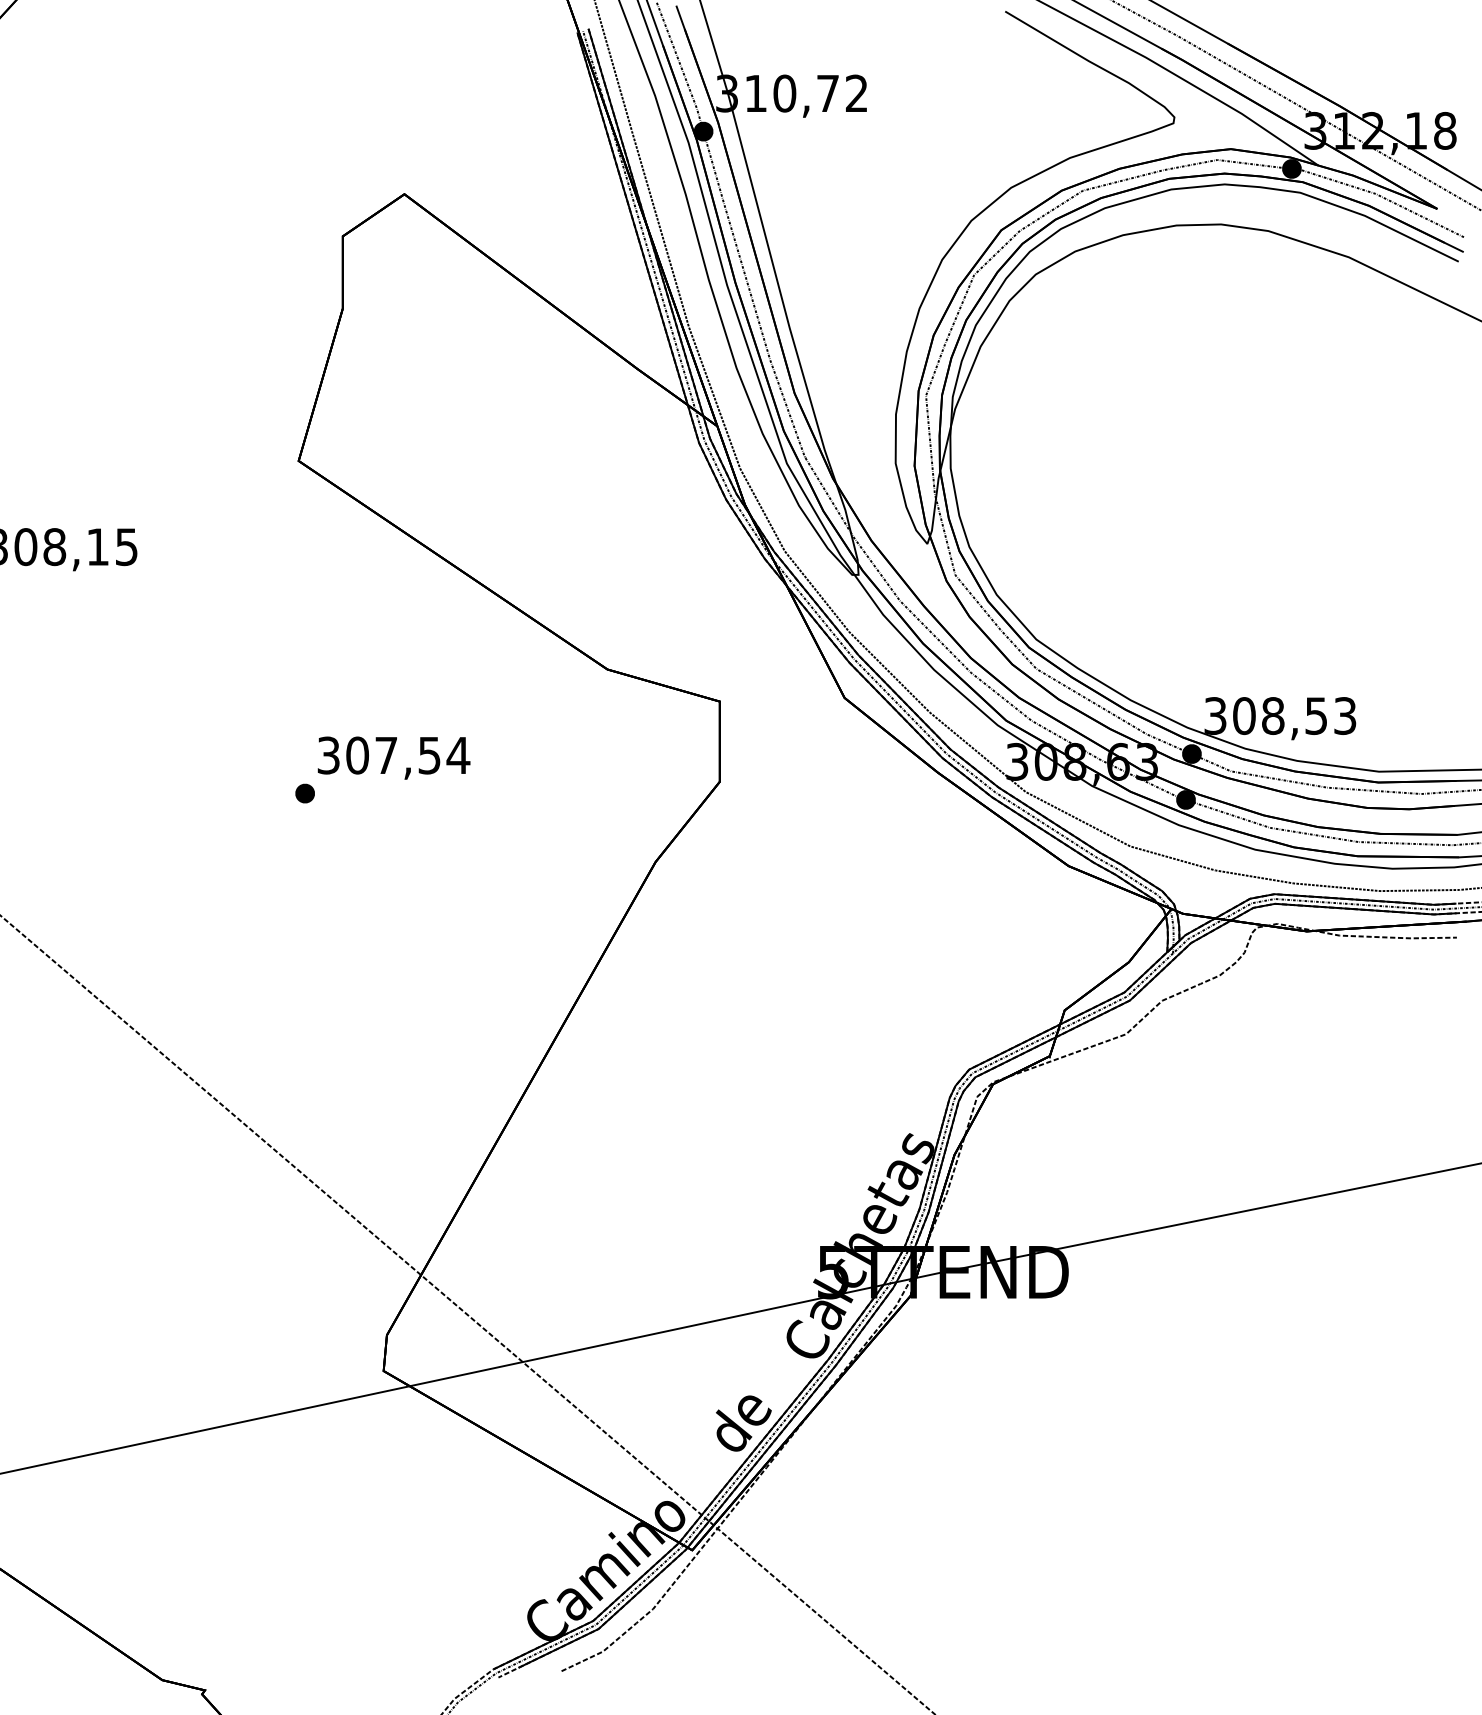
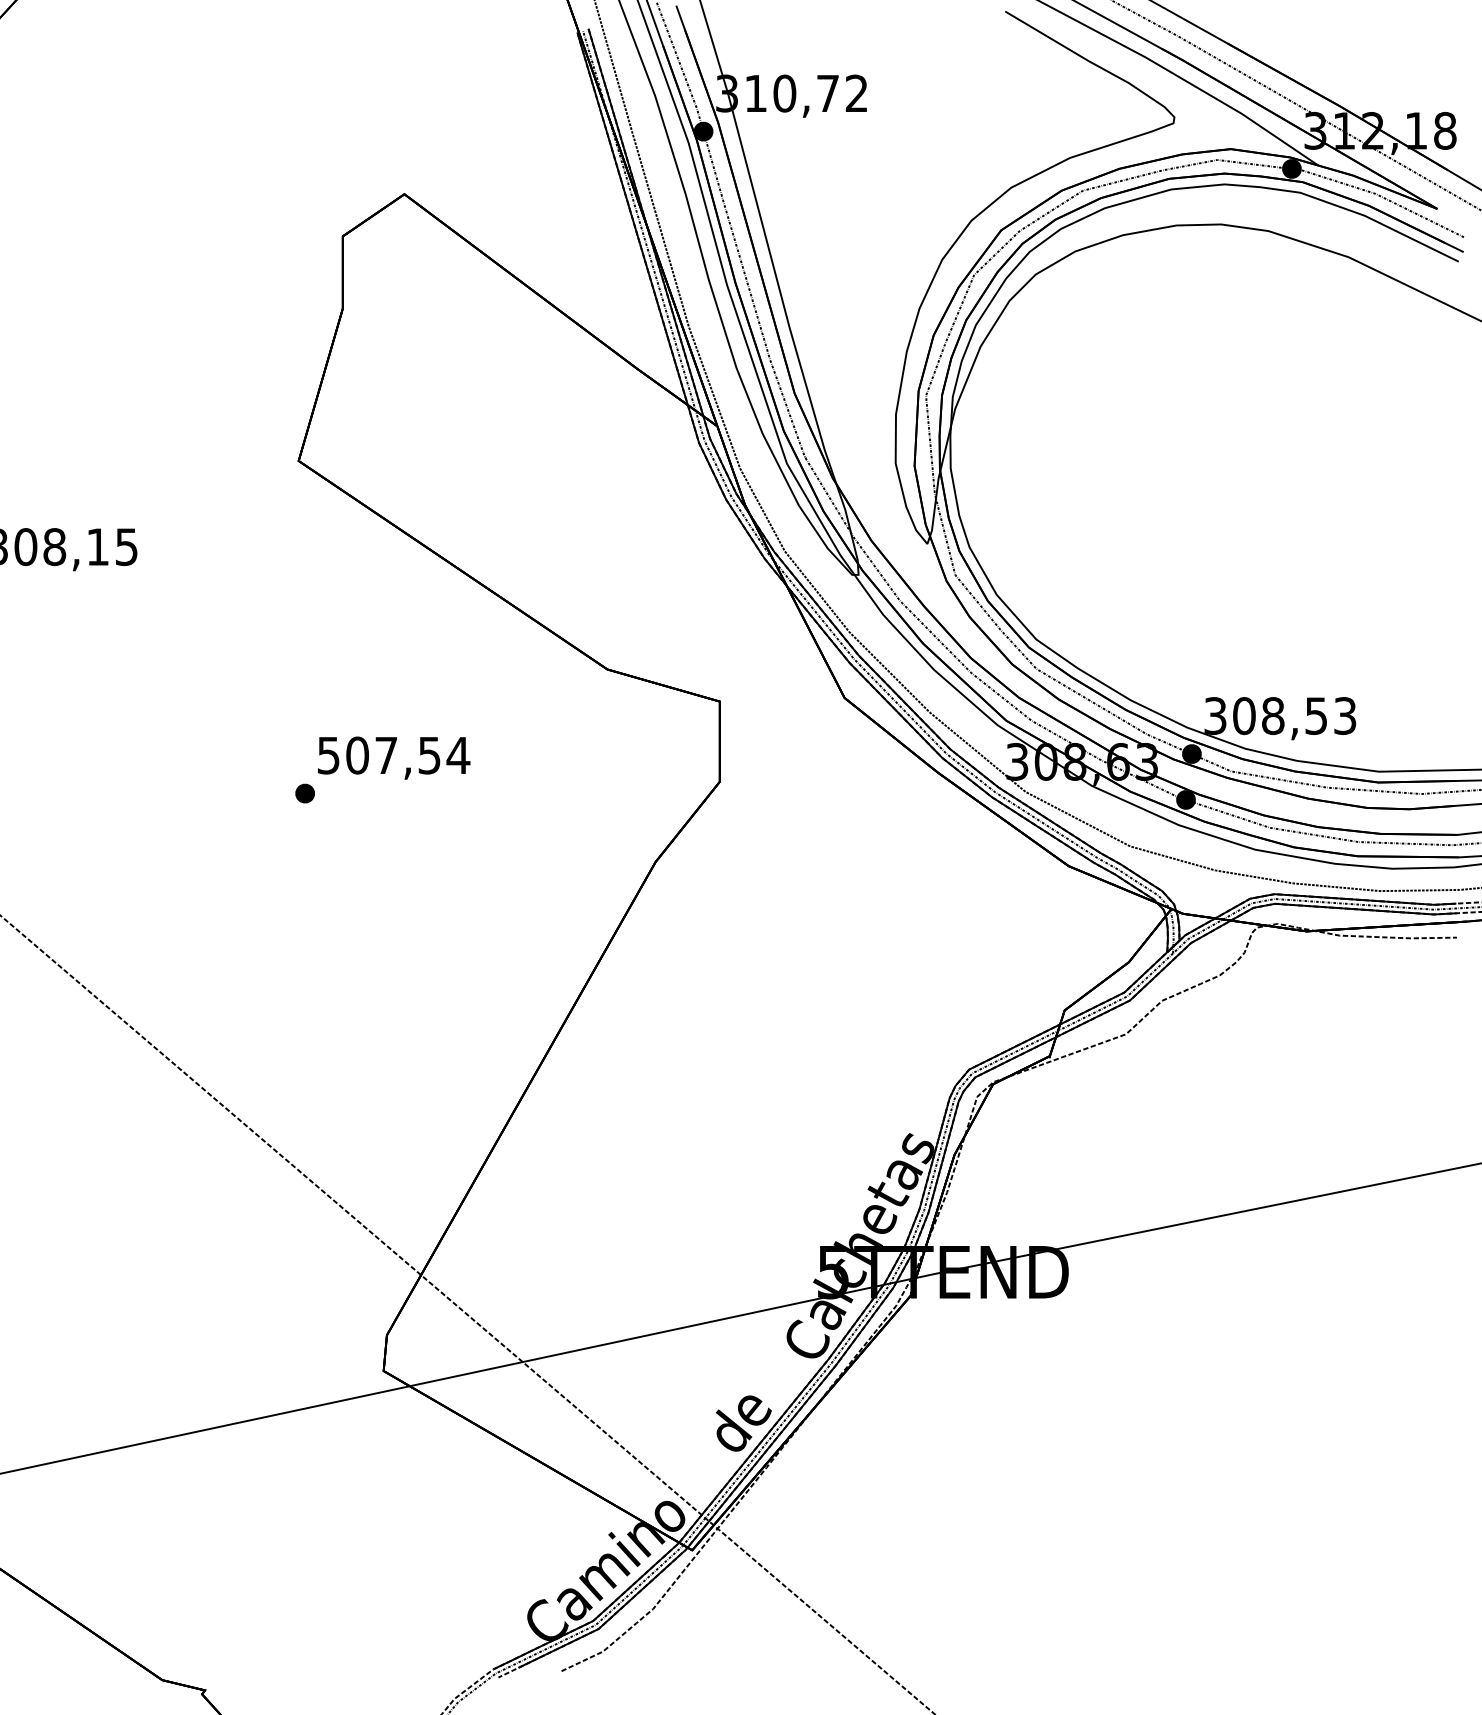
text at (328, 754): 307,54 -> 507,54
